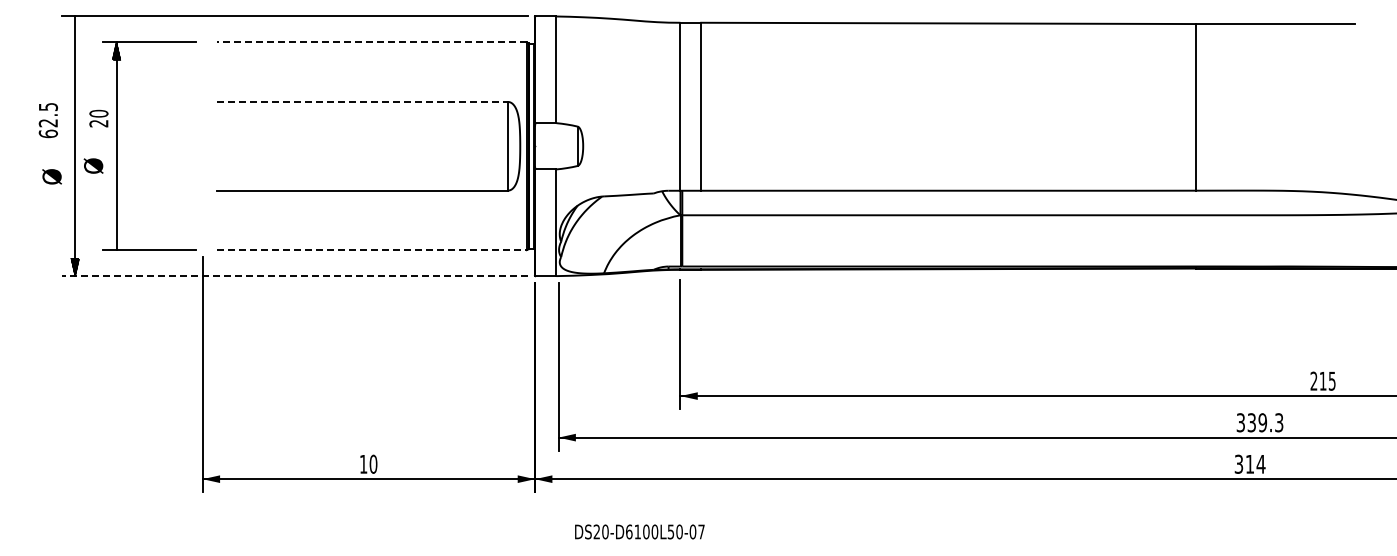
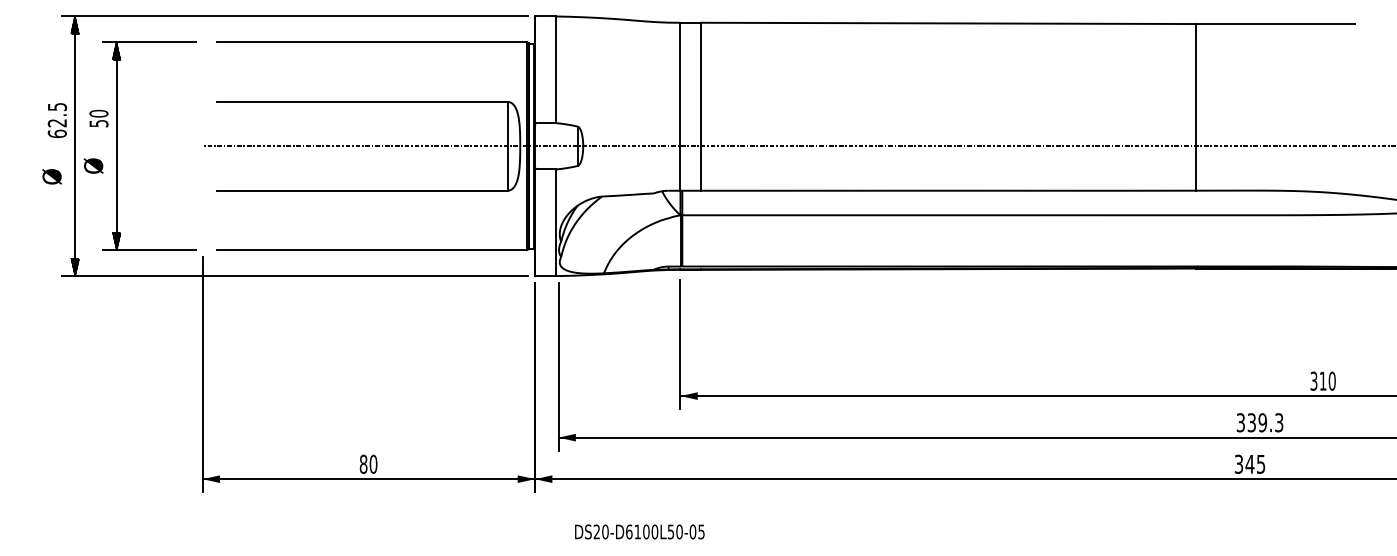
hatch at (74, 24): none -> present
line at (371, 42): dashed -> solid
line at (362, 101): dashed -> solid
text at (47, 120) position: (47, 120) -> (56, 120)
text at (98, 123): 20 -> 50
line at (797, 146): none -> present
hatch at (116, 241): none -> present
line at (371, 250): dashed -> solid
line at (294, 276): dashed -> solid
text at (1322, 380): 215 -> 310
text at (363, 463): 10 -> 80
text at (1255, 464): 314 -> 345
text at (701, 531): DS20-D6100L50-07 -> DS20-D6100L50-05
